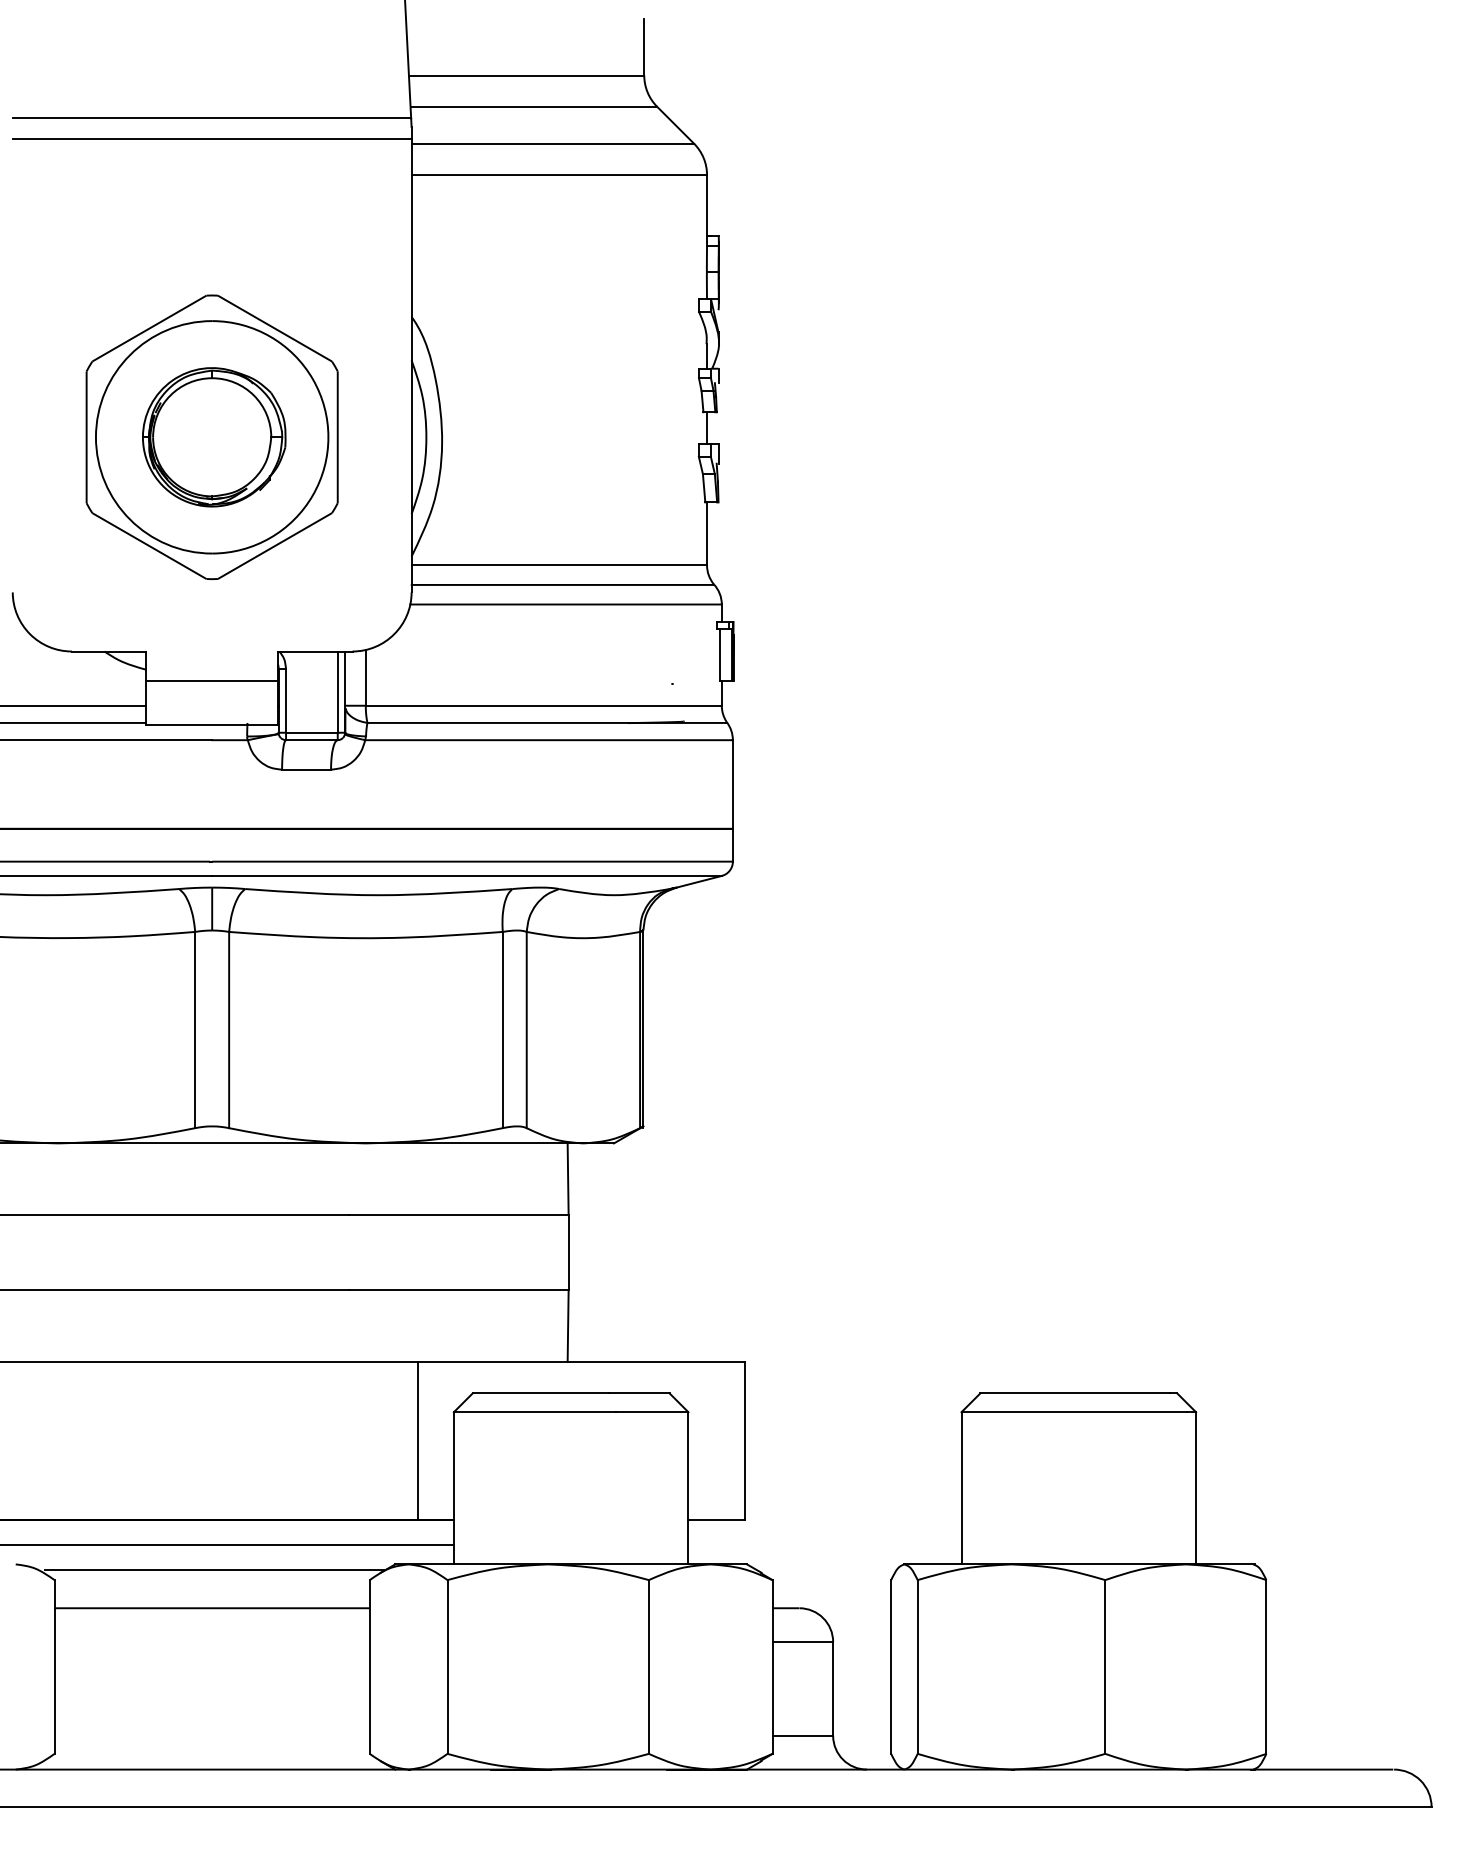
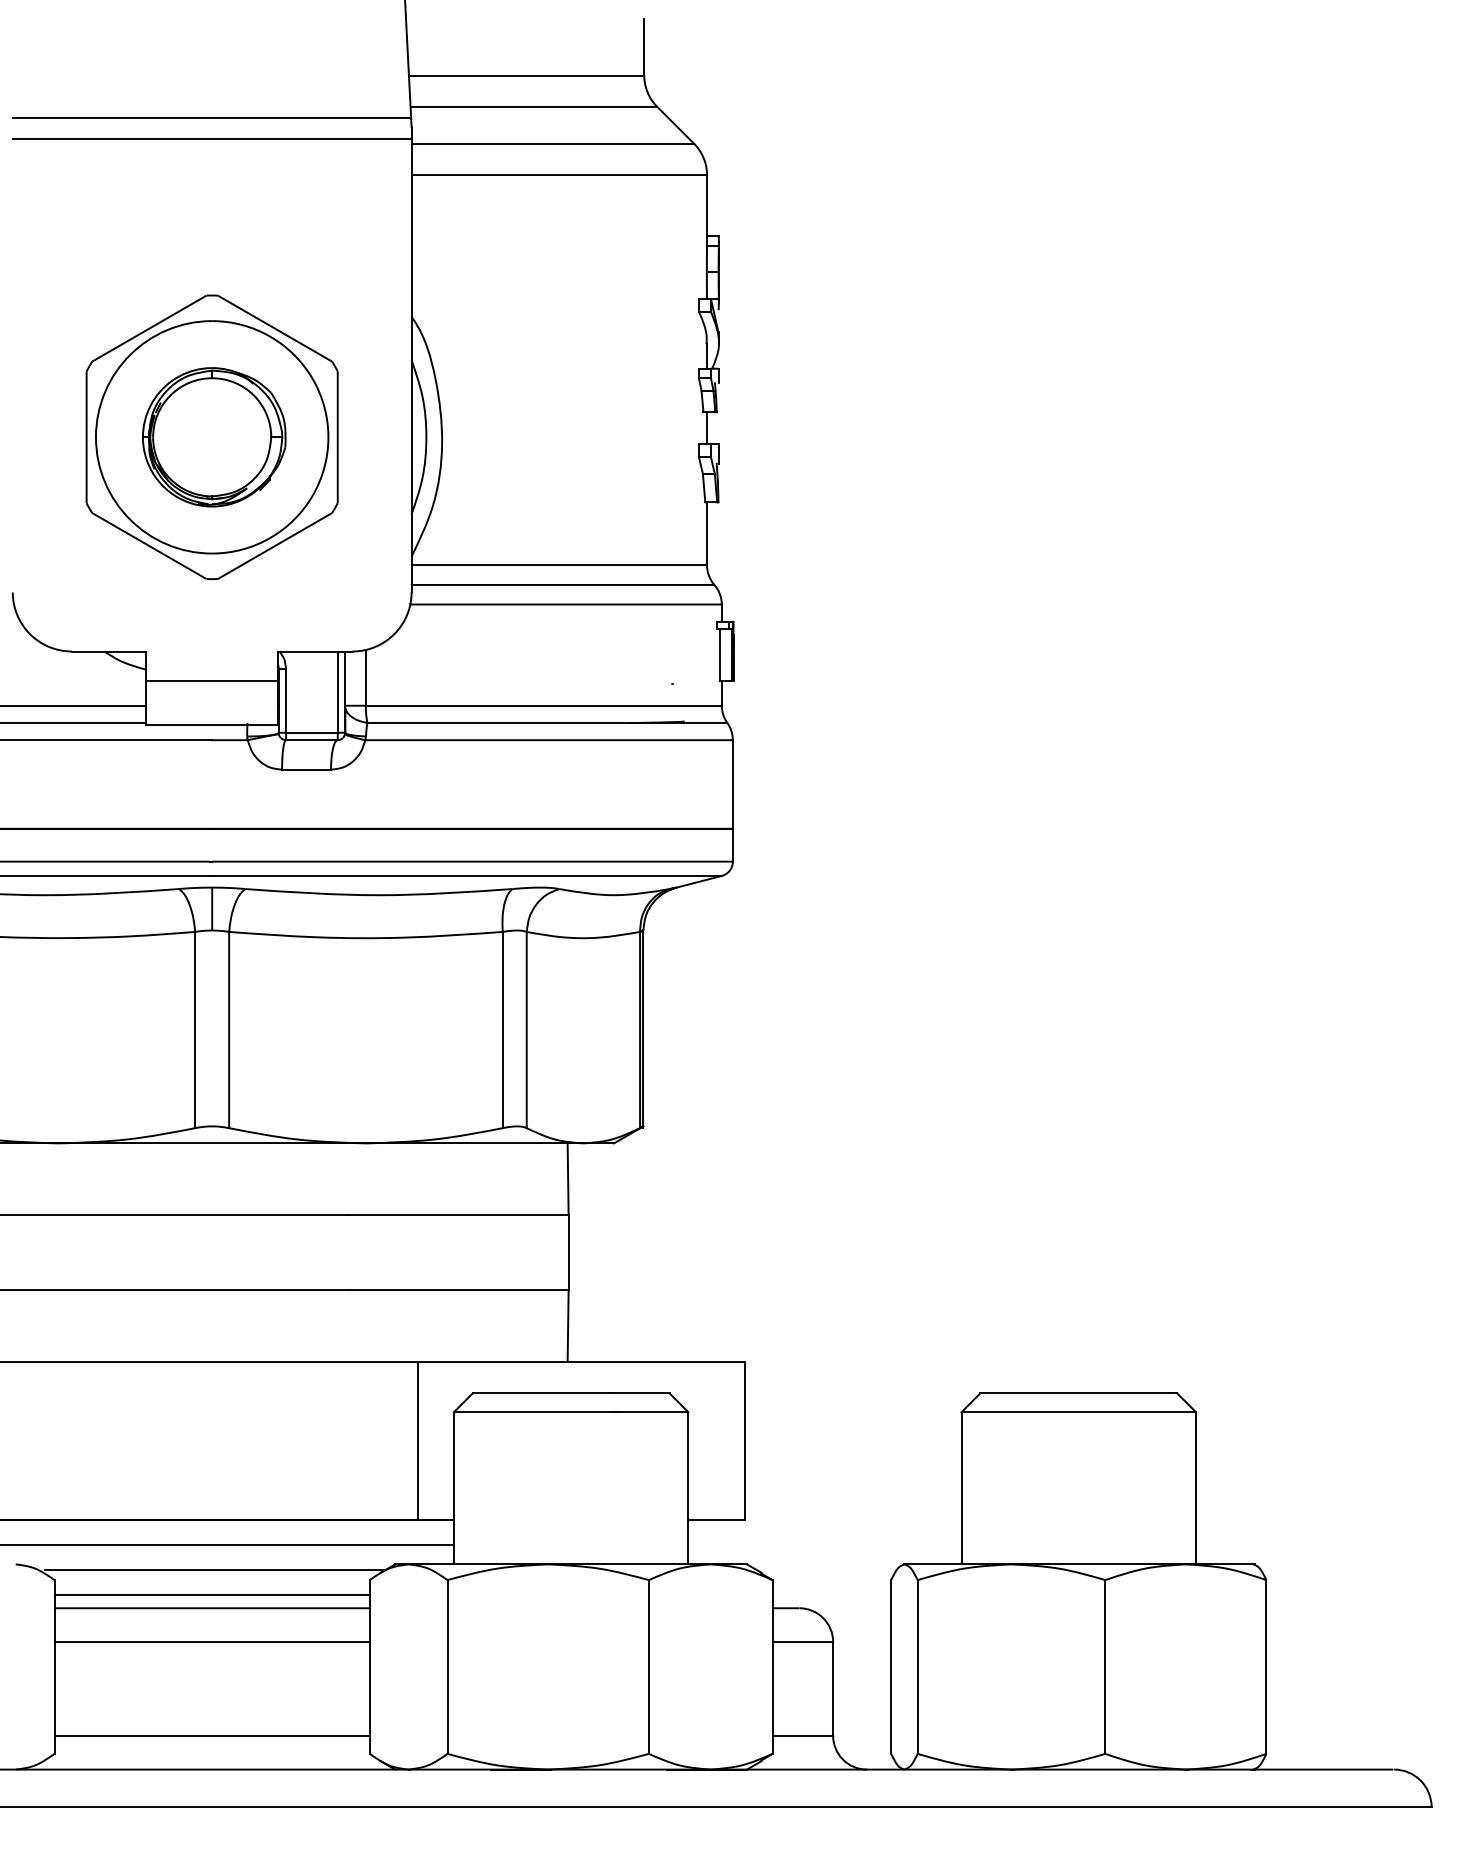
line at (211, 1595): none -> present
line at (211, 1642): none -> present
line at (211, 1735): none -> present
